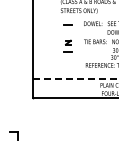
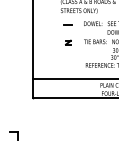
line at (67, 51): present -> none
line at (75, 78): dashed -> solid
